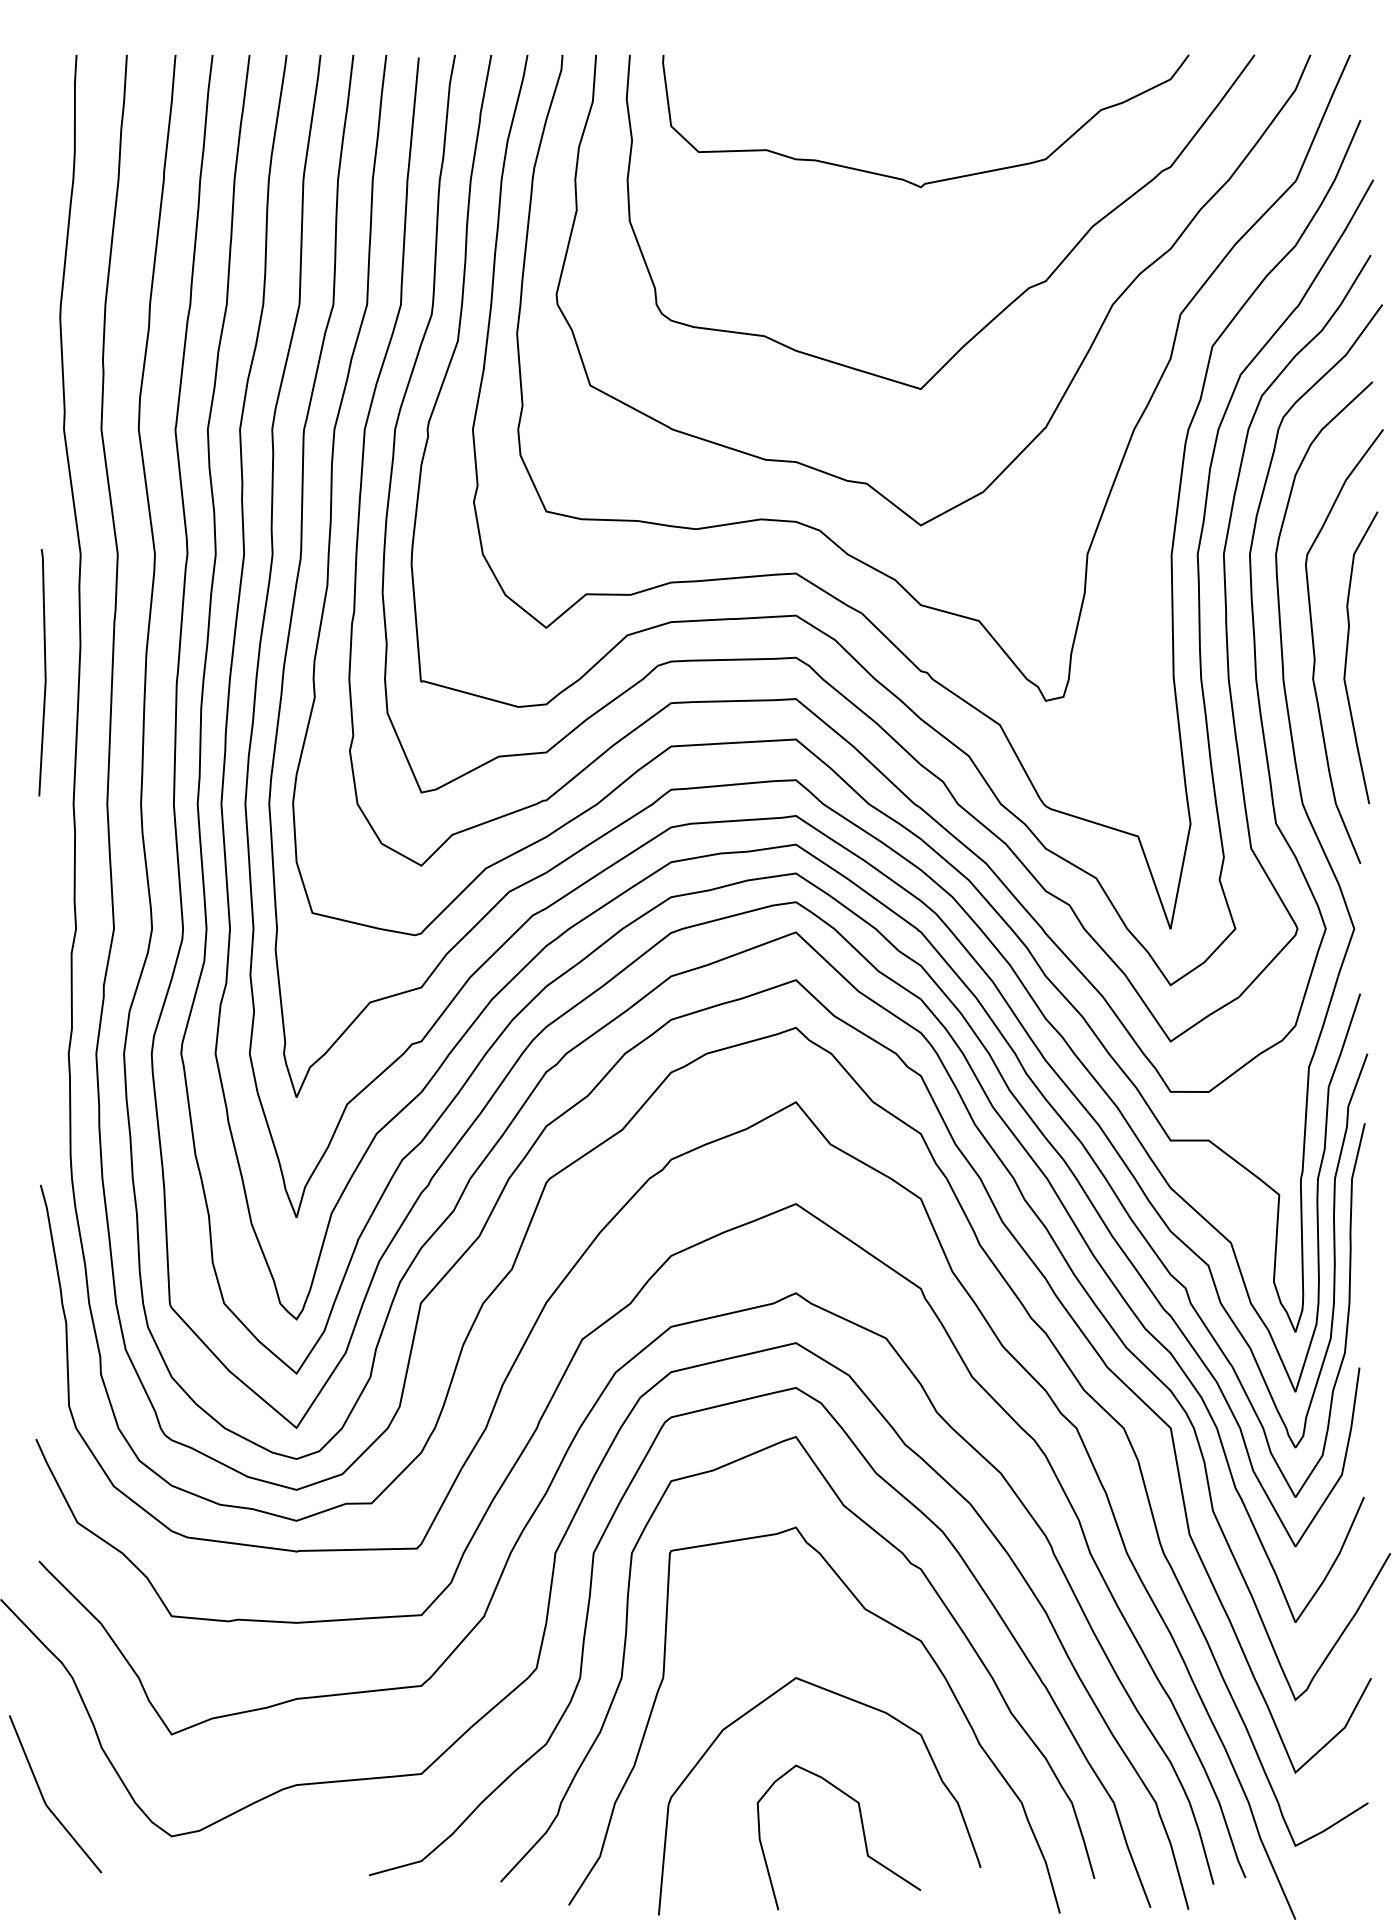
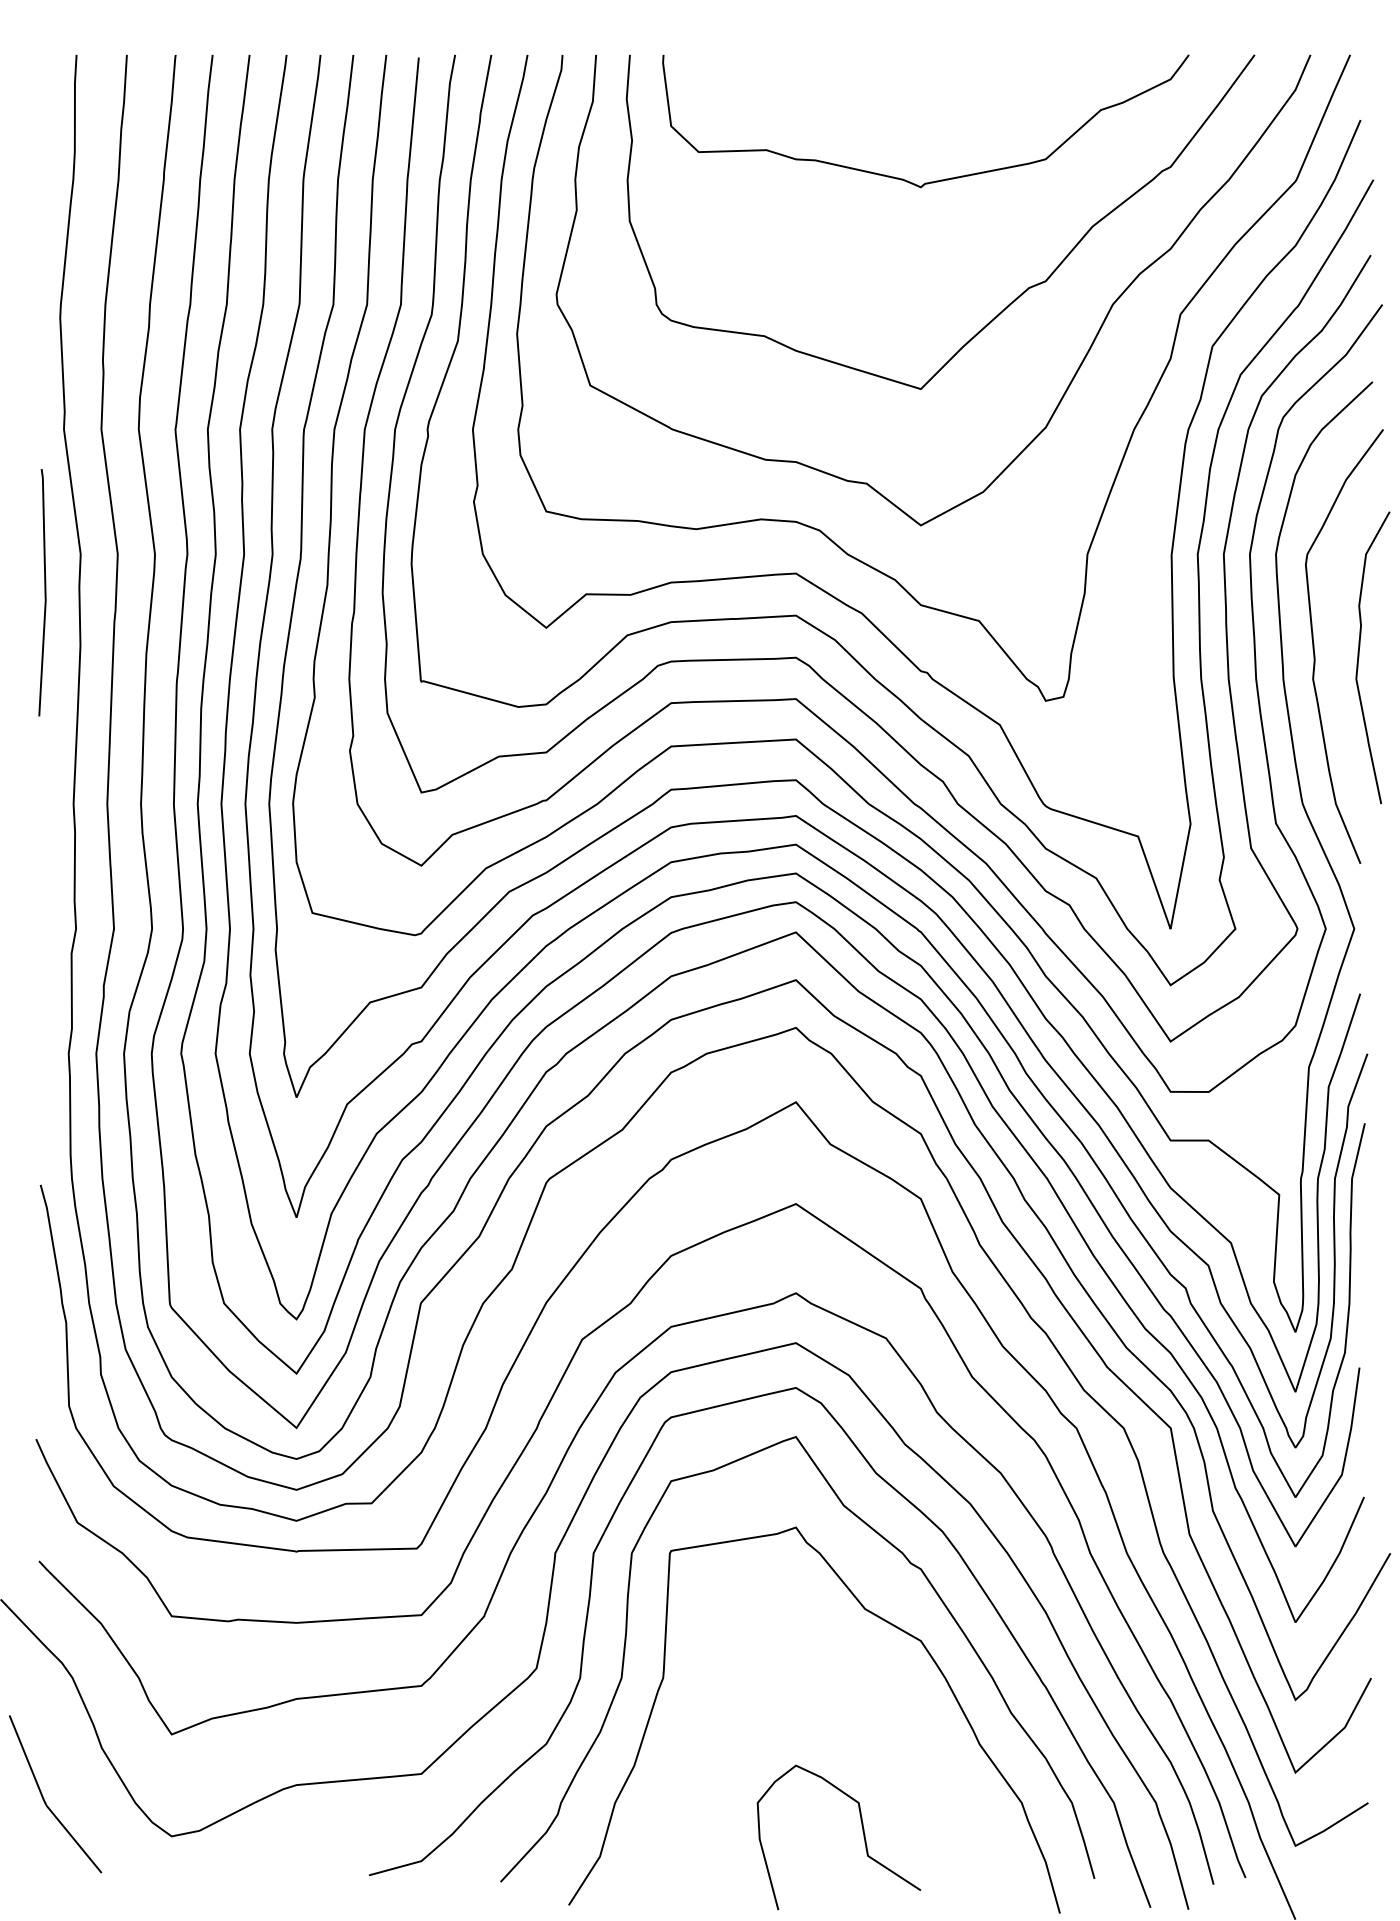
curve at (1347, 657) position: (1347, 657) -> (1359, 657)
curve at (44, 672) position: (44, 672) -> (44, 592)
curve at (858, 1703): present -> none
